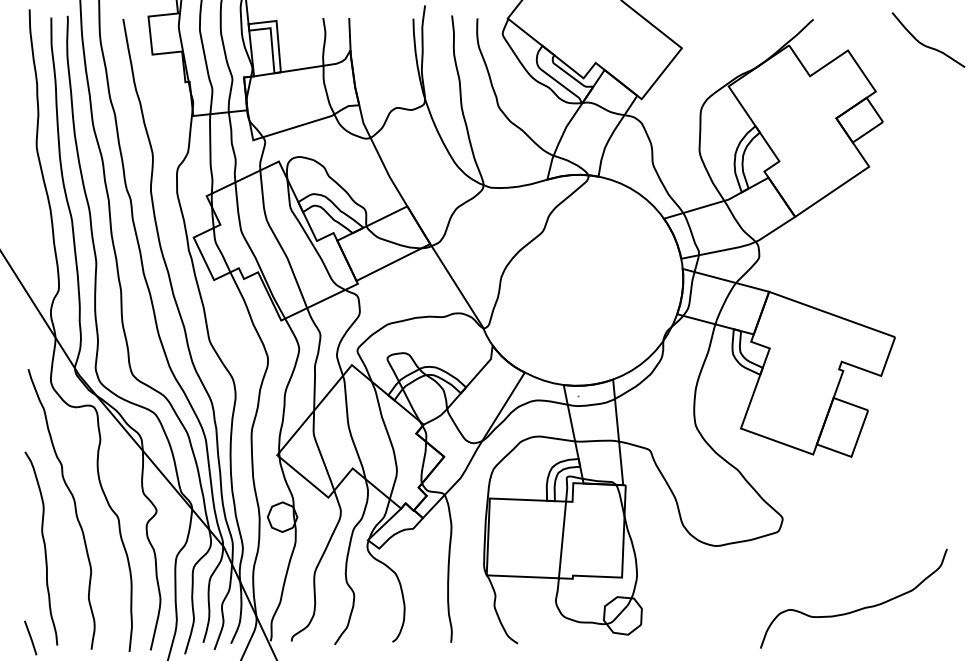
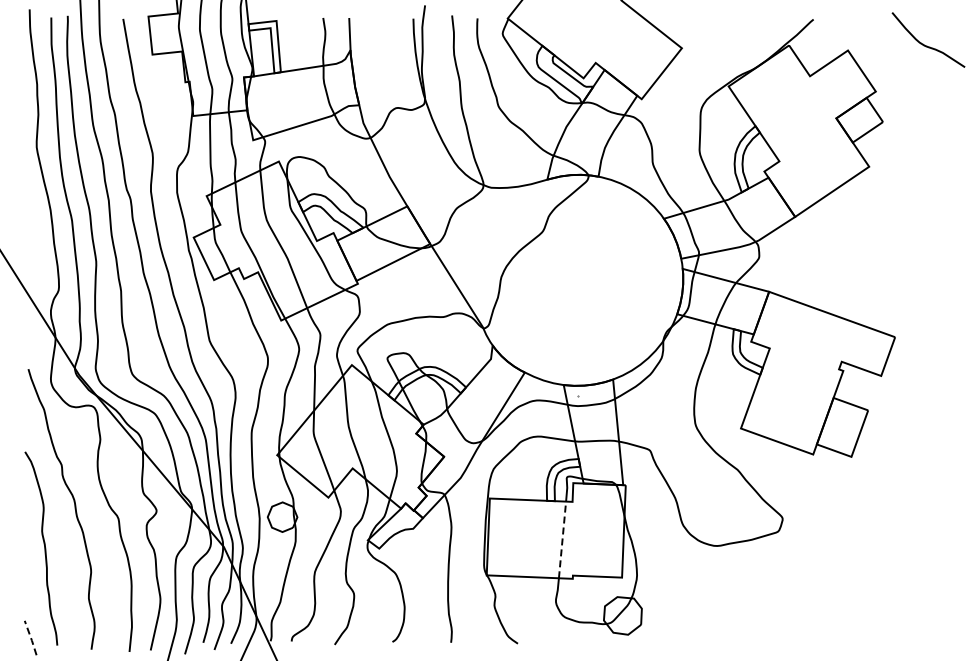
line at (562, 539): solid -> dashed
curve at (856, 609): present -> none
line at (30, 637): solid -> dashed
